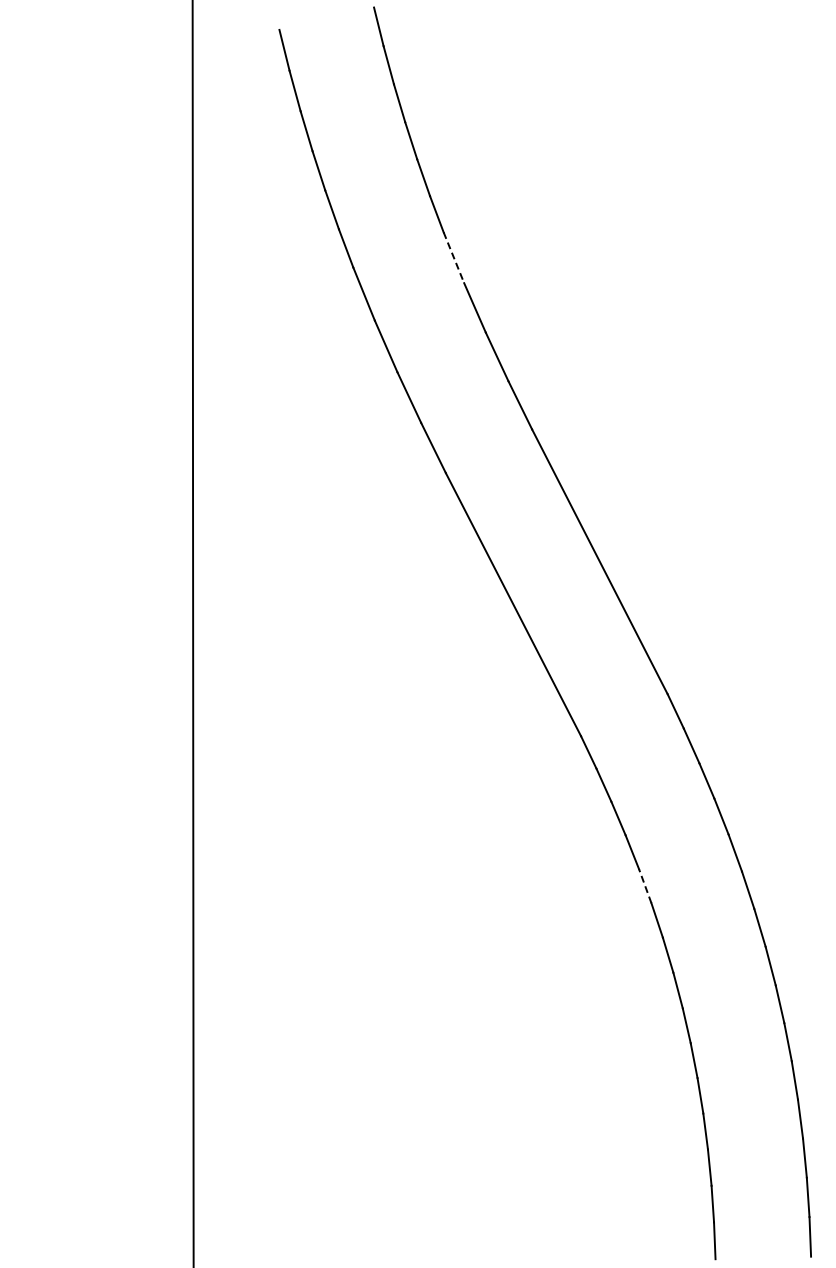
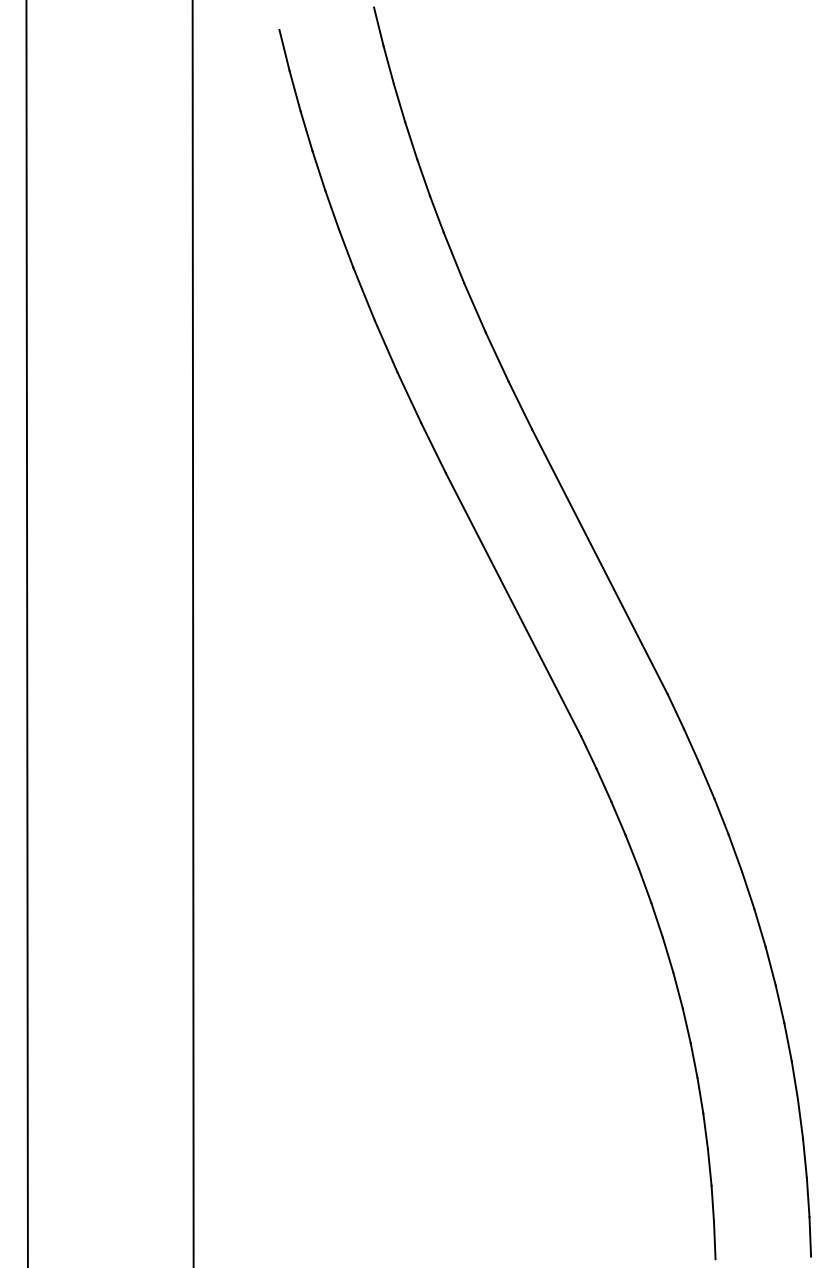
line at (454, 258): dashed -> solid
line at (26, 633): none -> present
line at (645, 885): dashed -> solid
